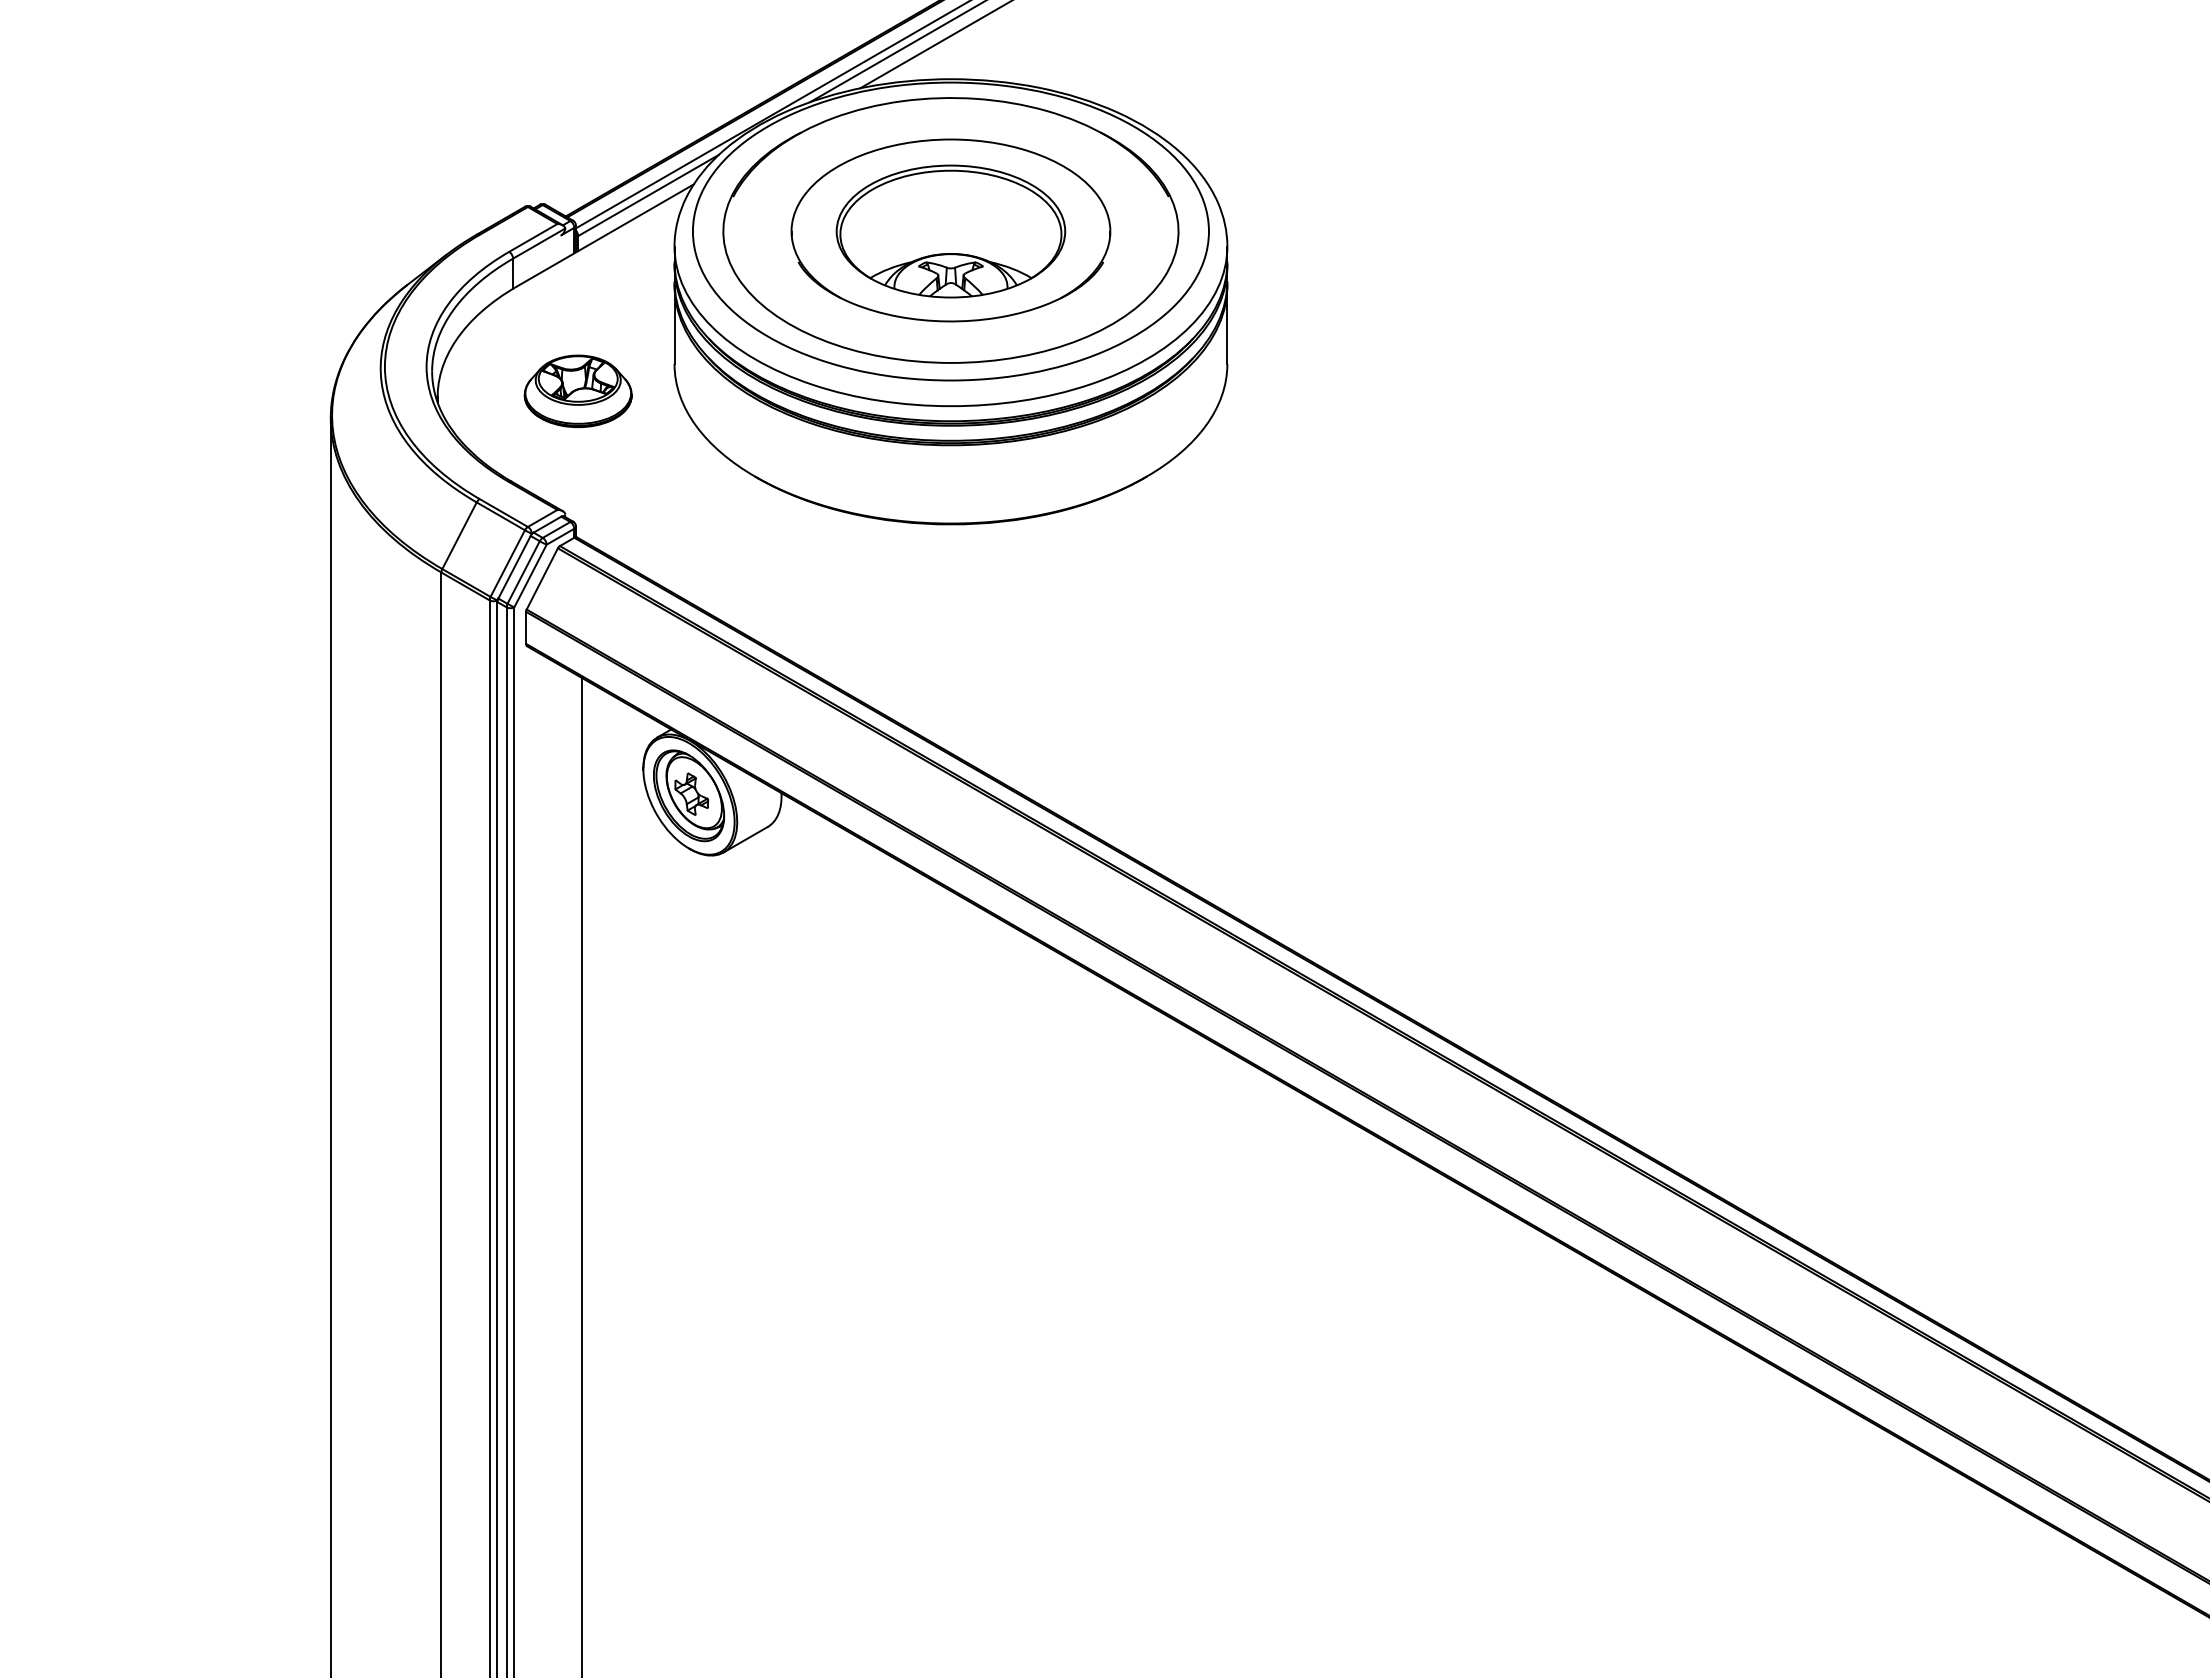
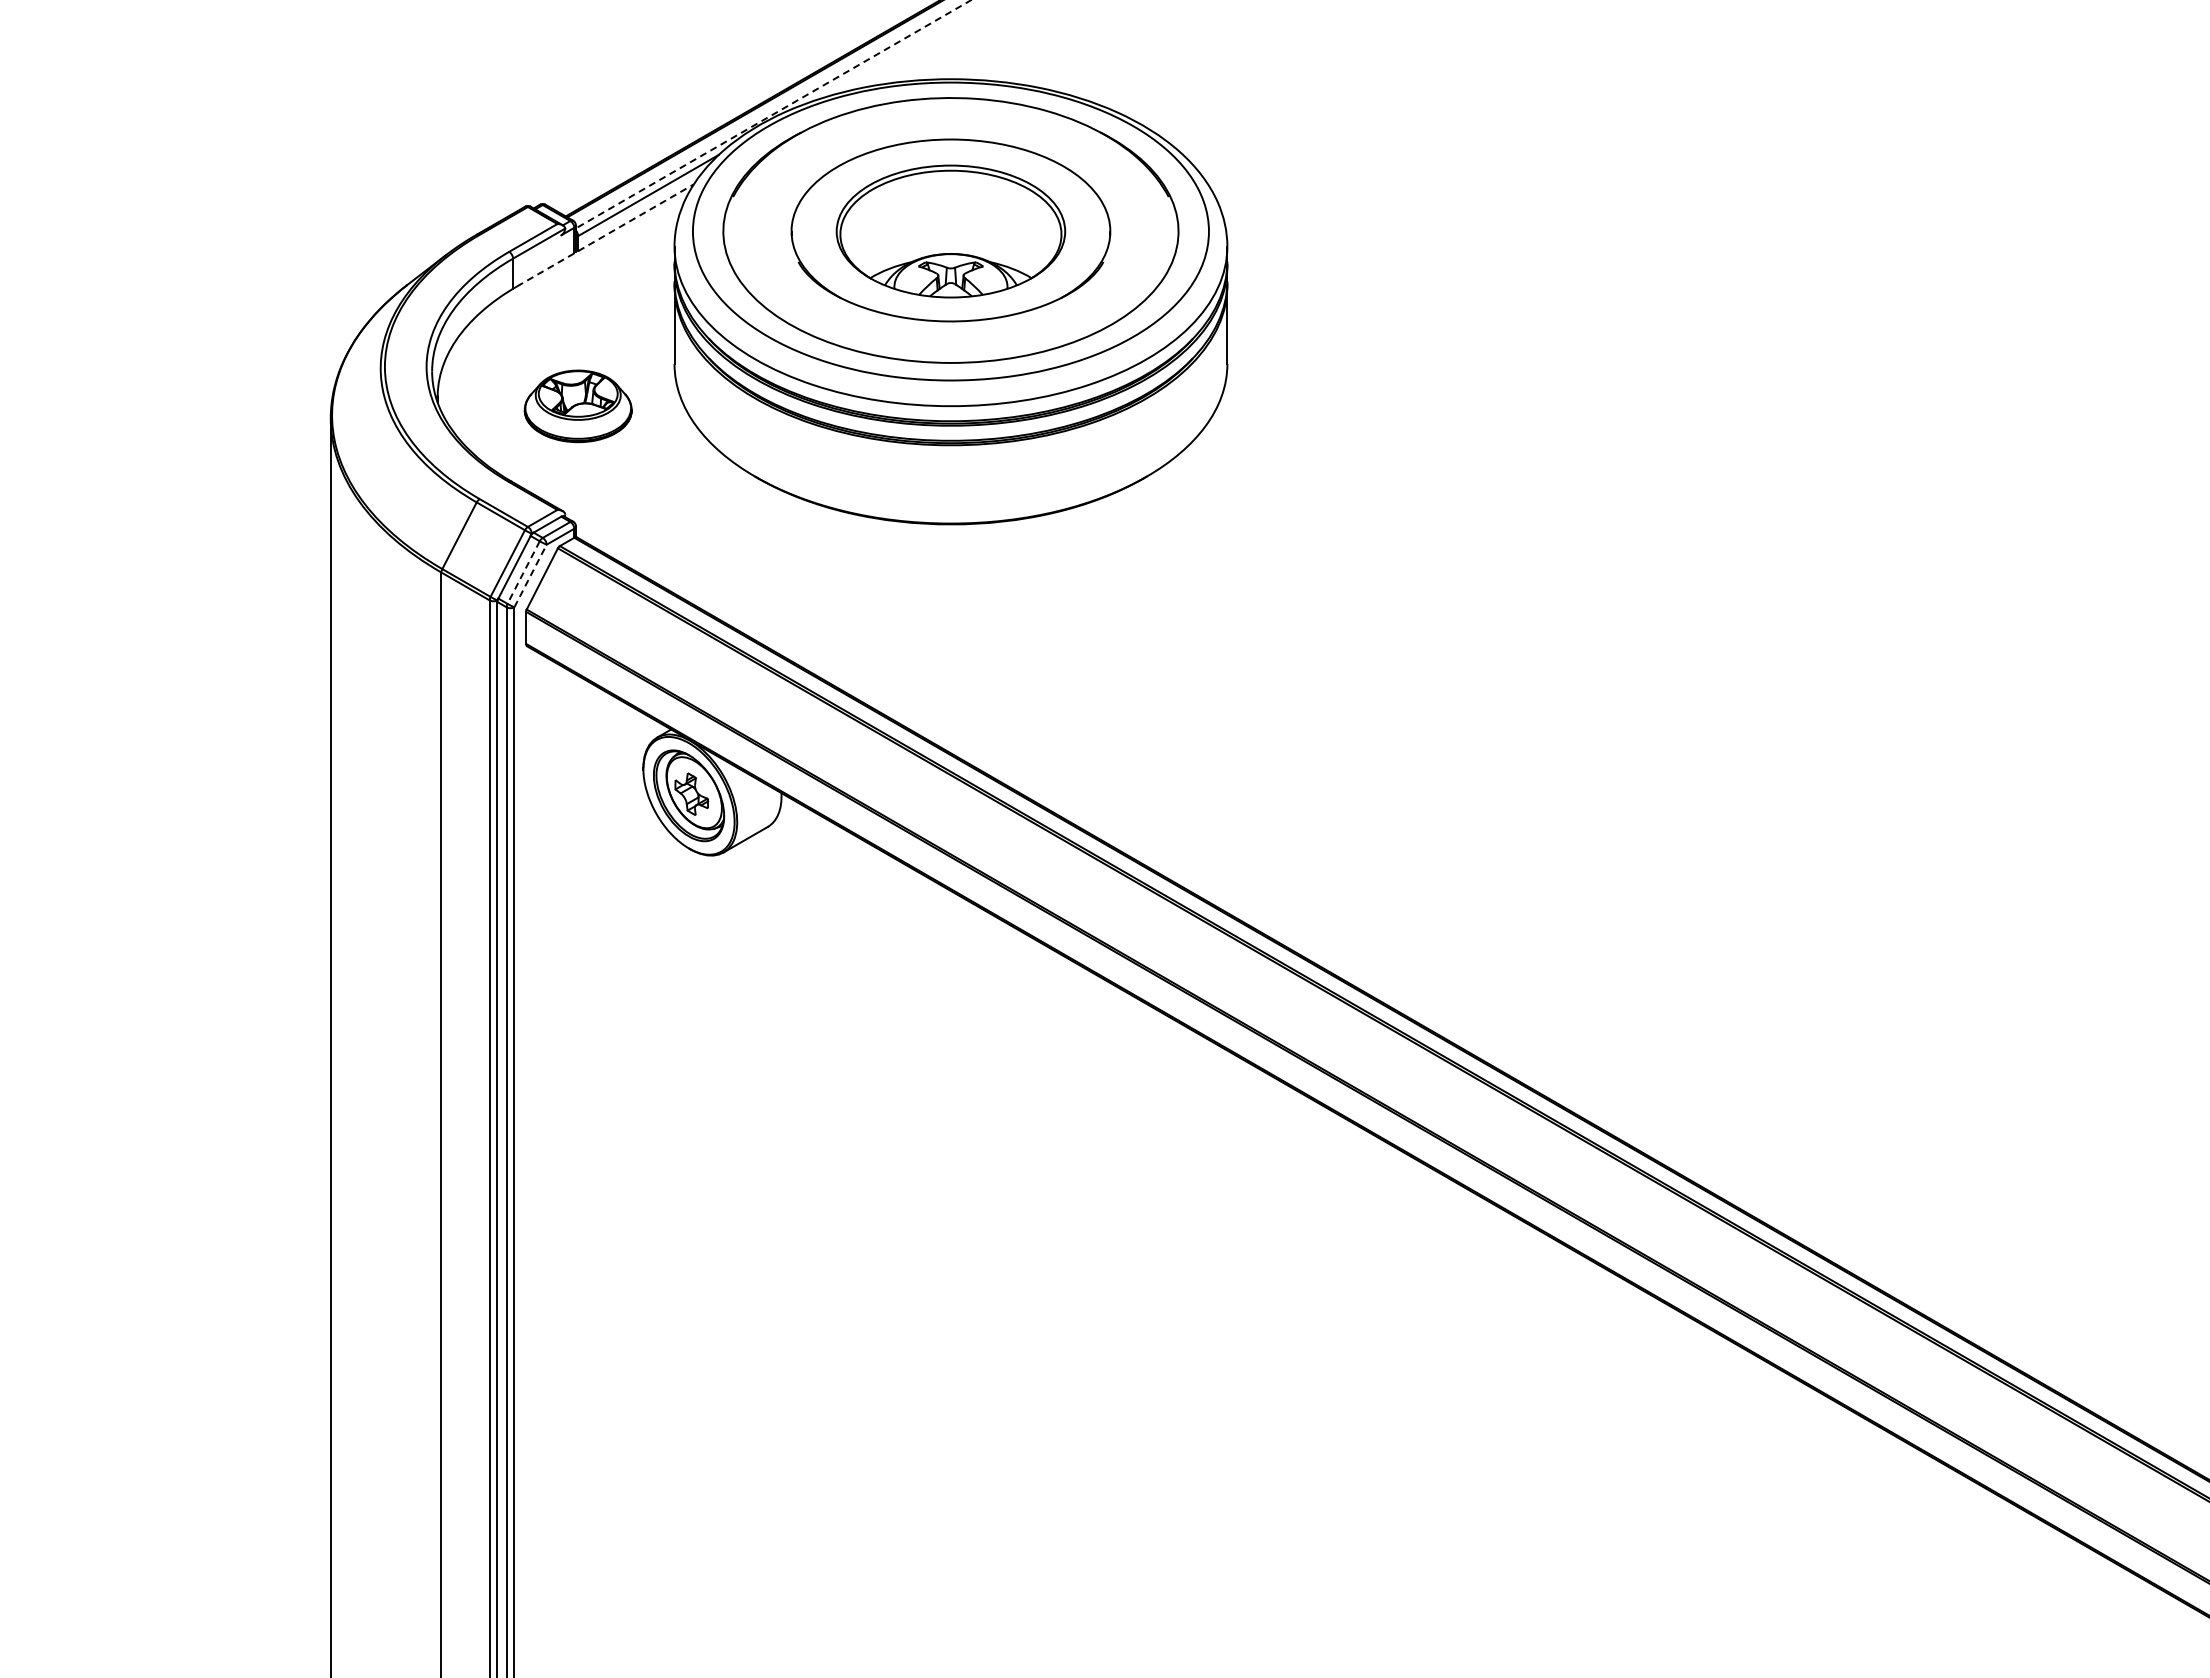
line at (934, 45): present -> none
line at (896, 52): present -> none
line at (773, 114): solid -> dashed
line at (605, 235): solid -> dashed
part at (577, 391) position: (577, 391) -> (577, 406)
line at (523, 572): solid -> dashed
line at (530, 575): solid -> dashed
line at (581, 1175): present -> none
